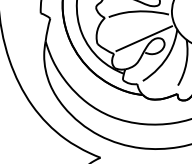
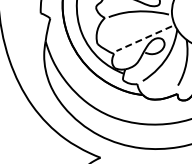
line at (143, 38): solid -> dashed
